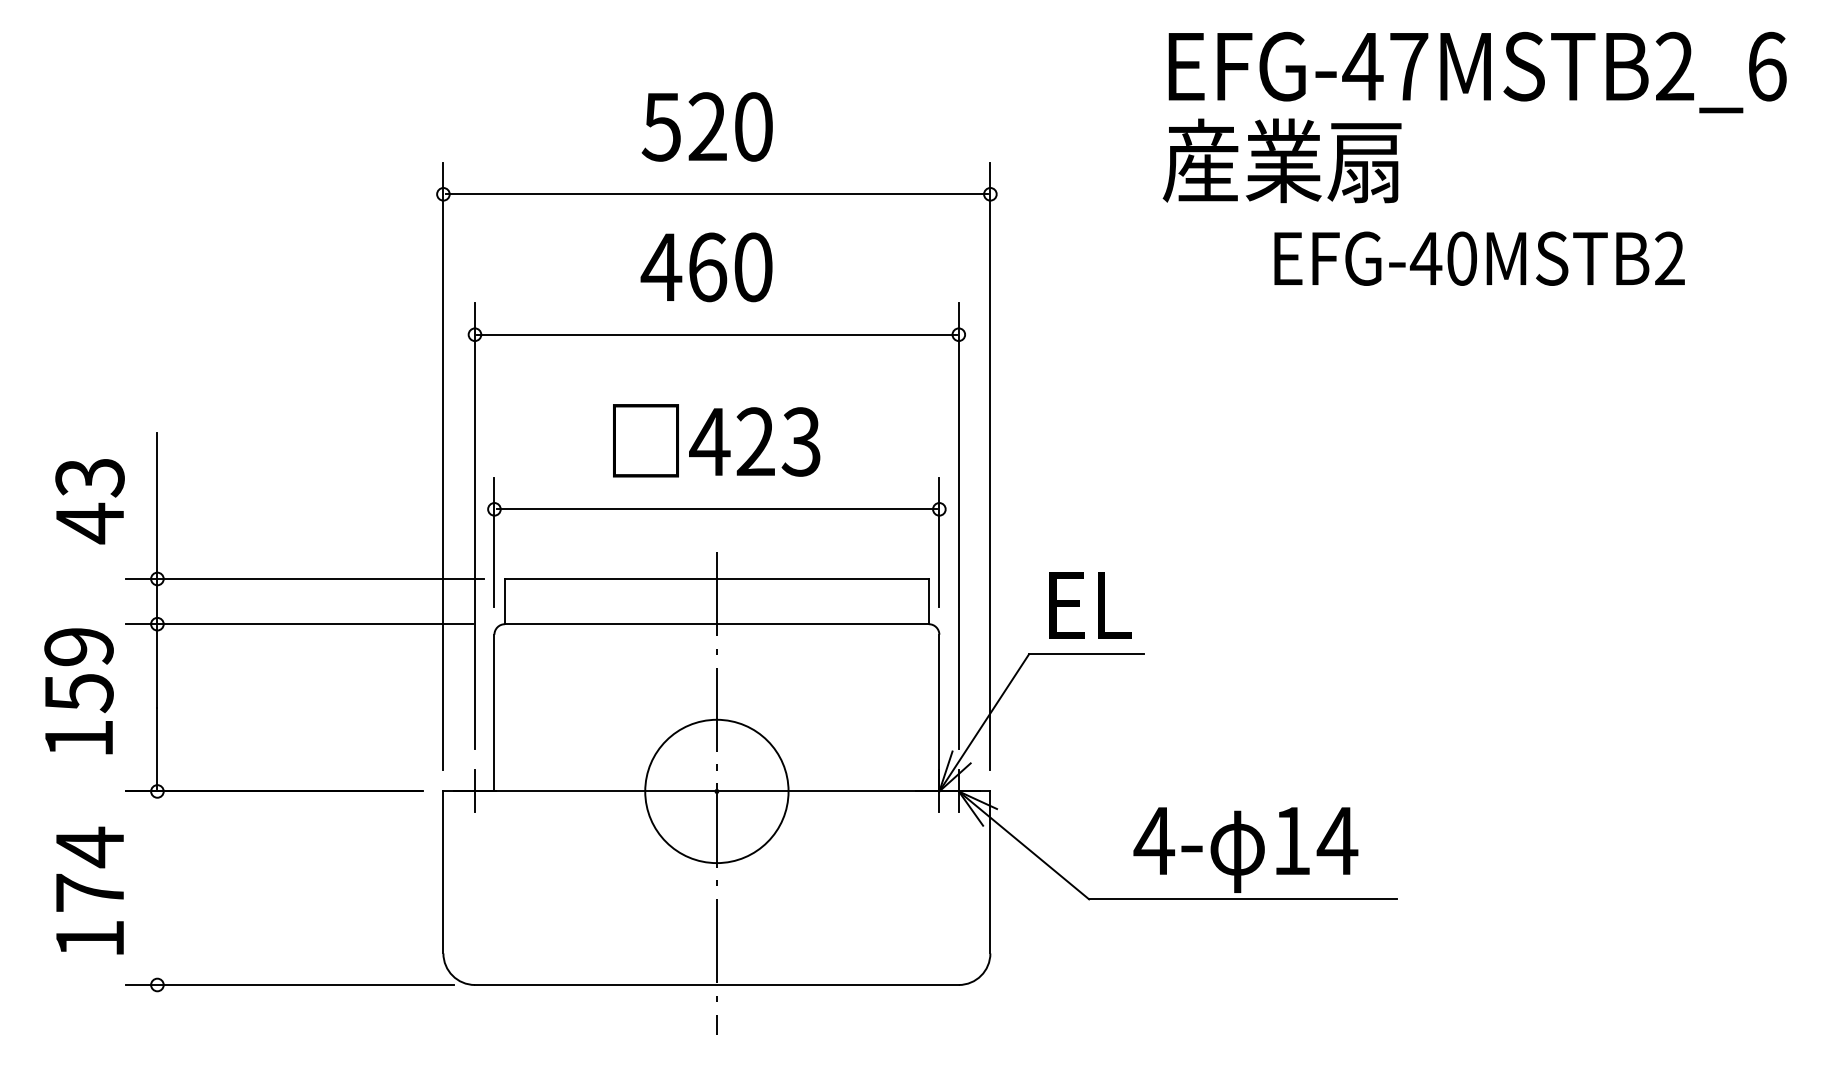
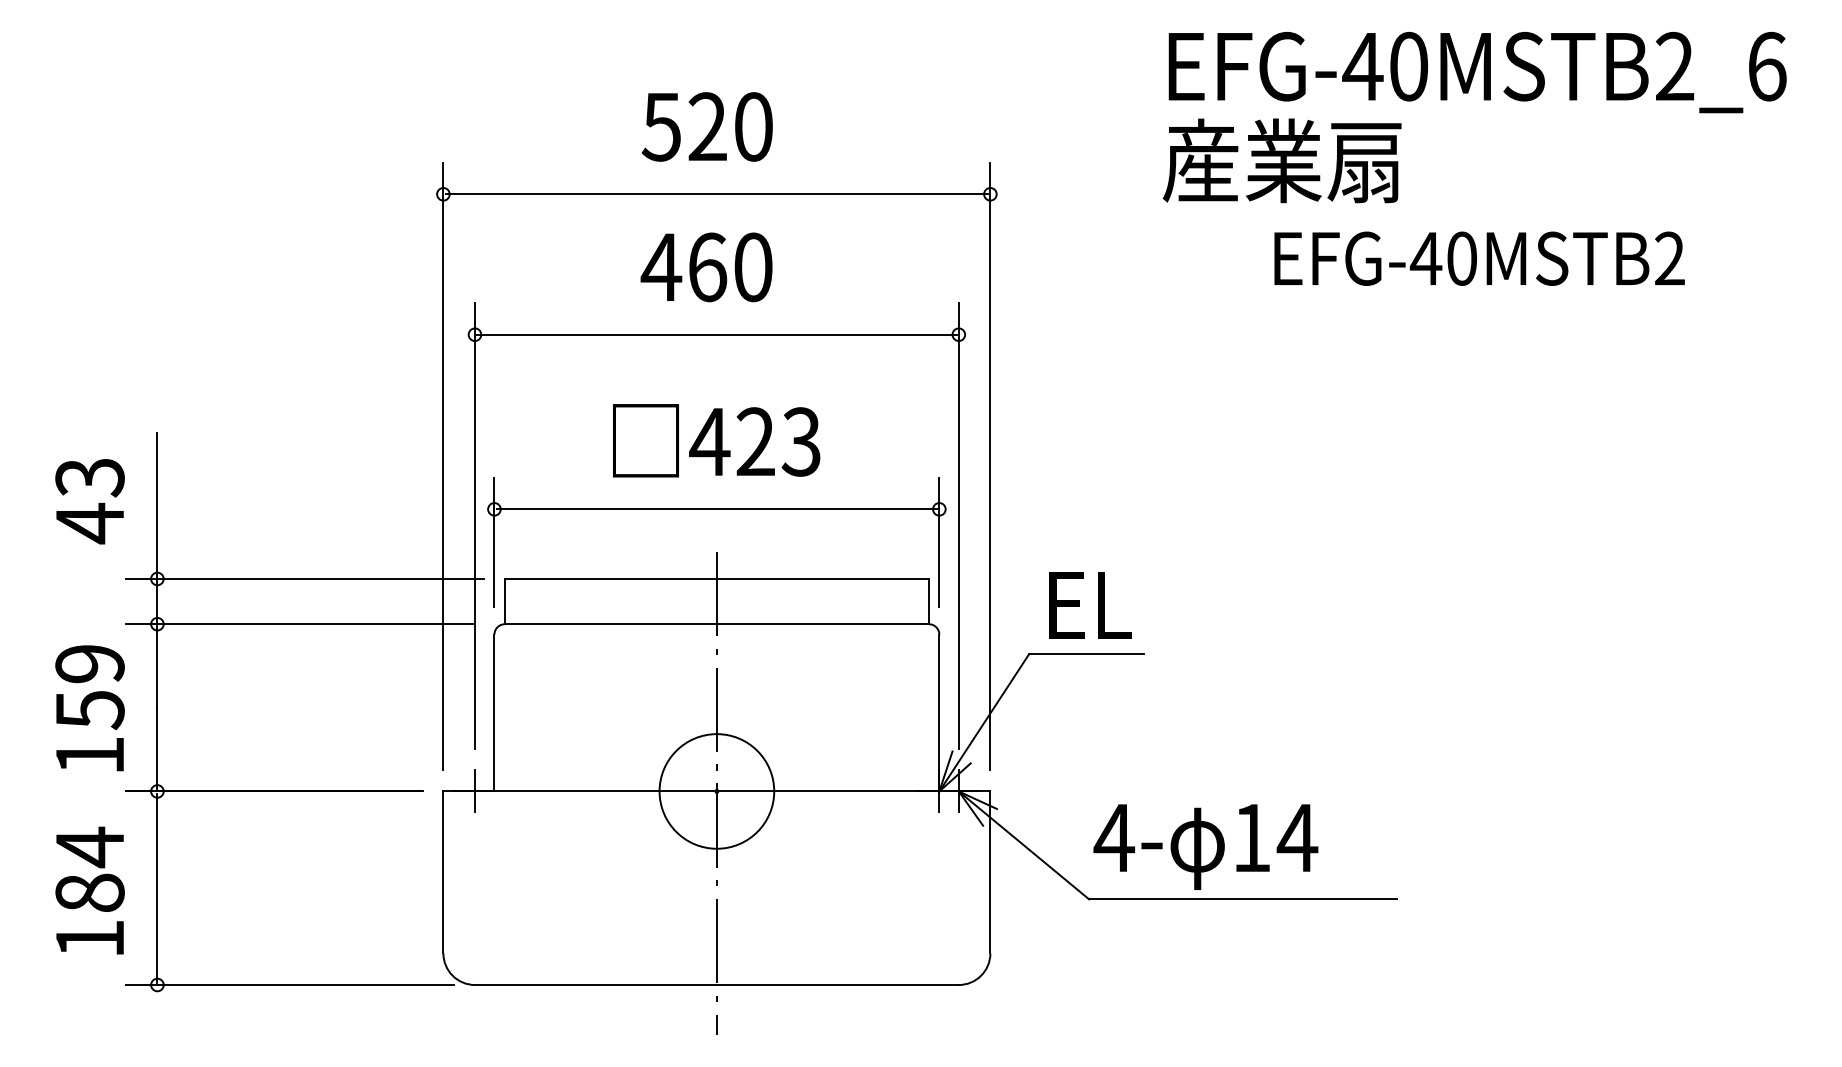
text at (1409, 66): EFG-47MSTB2_6 -> EFG-40MSTB2_6
text at (78, 691) position: (78, 691) -> (89, 708)
circle at (716, 791) diameter: 143 px -> 115 px
text at (1245, 849) position: (1245, 849) -> (1205, 846)
line at (157, 887): none -> present
text at (89, 892): 174 -> 184
